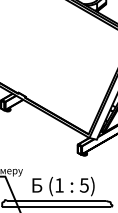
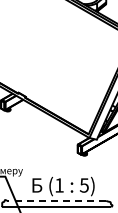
line at (56, 200): solid -> dashed
